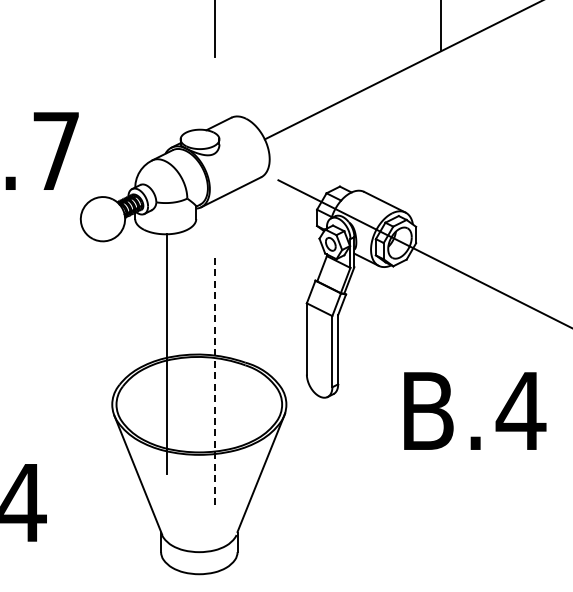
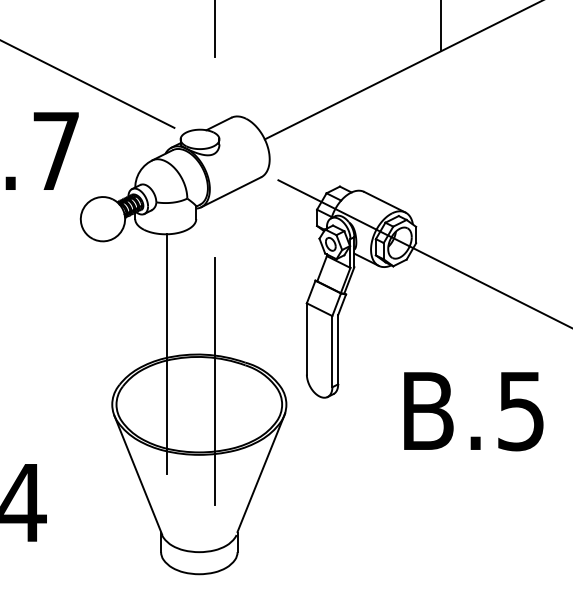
line at (88, 84): none -> present
line at (215, 381): dashed -> solid
text at (520, 411): B.4 -> B.5
